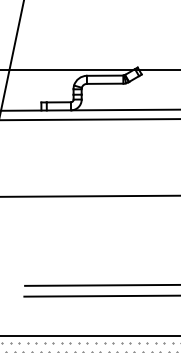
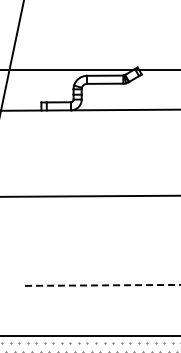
line at (89, 119): present -> none
line at (103, 285): solid -> dashed
line at (100, 295): present -> none
